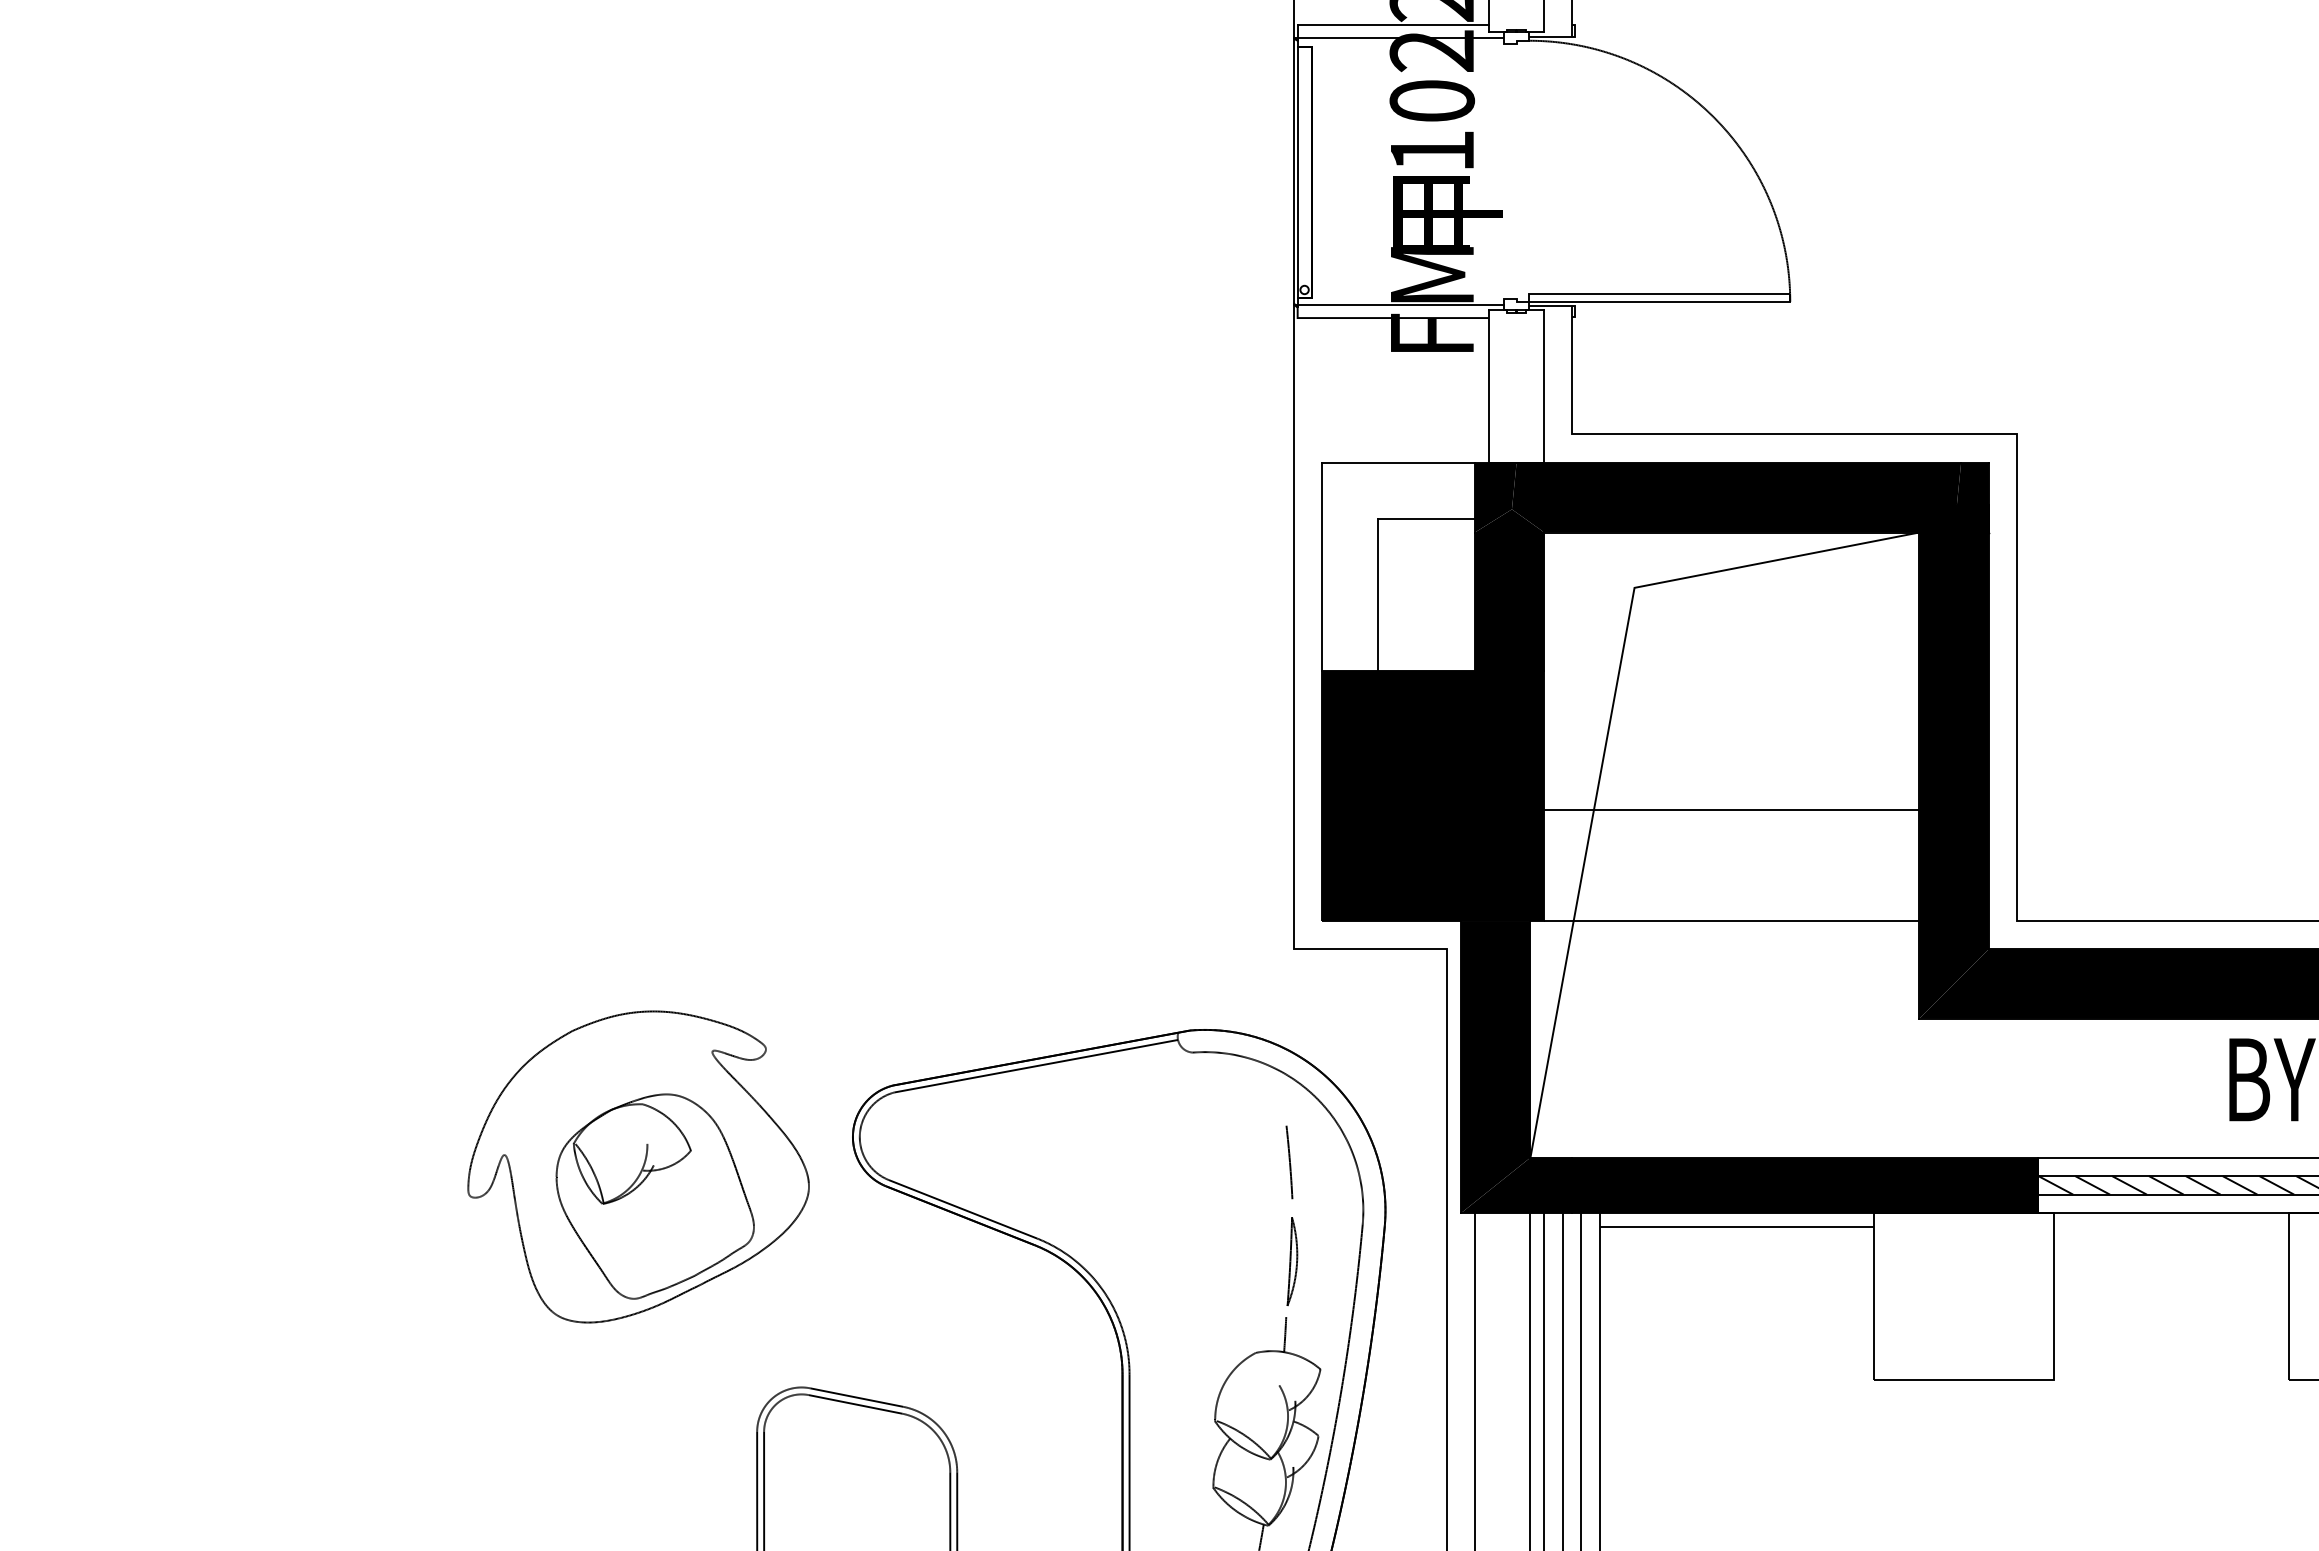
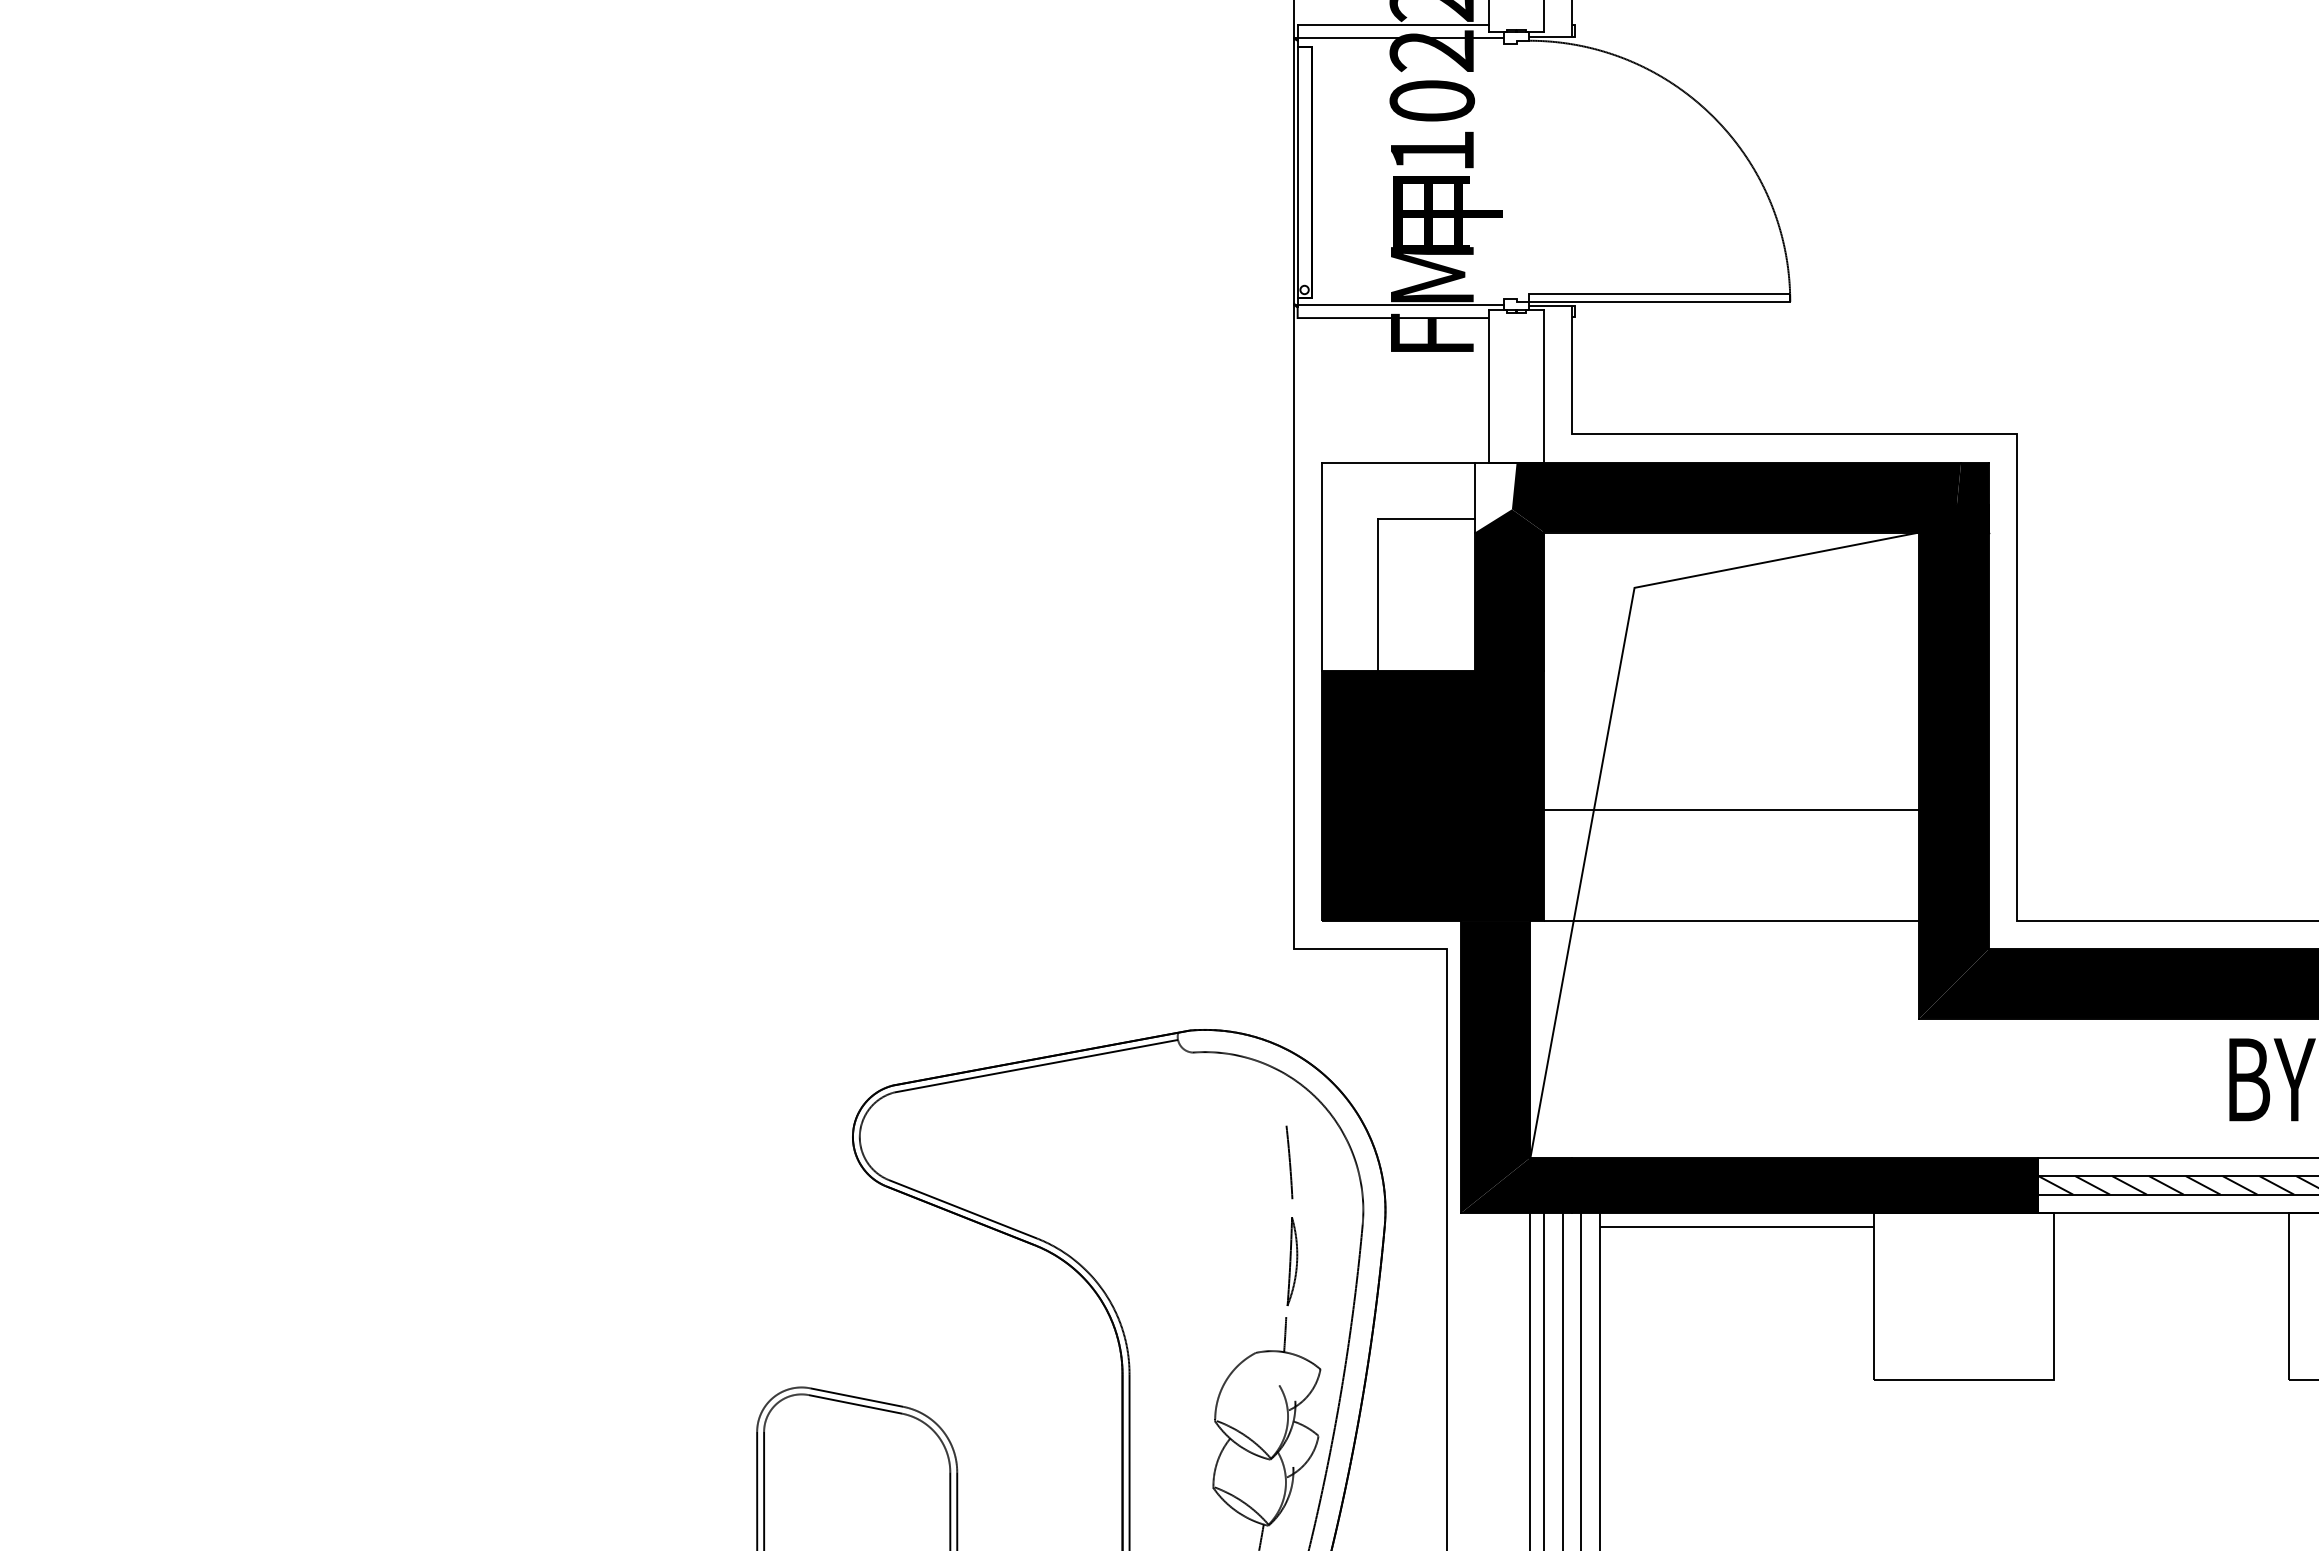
fill at (1495, 497): present -> none
part at (638, 1166): present -> none
line at (1474, 1380): present -> none
